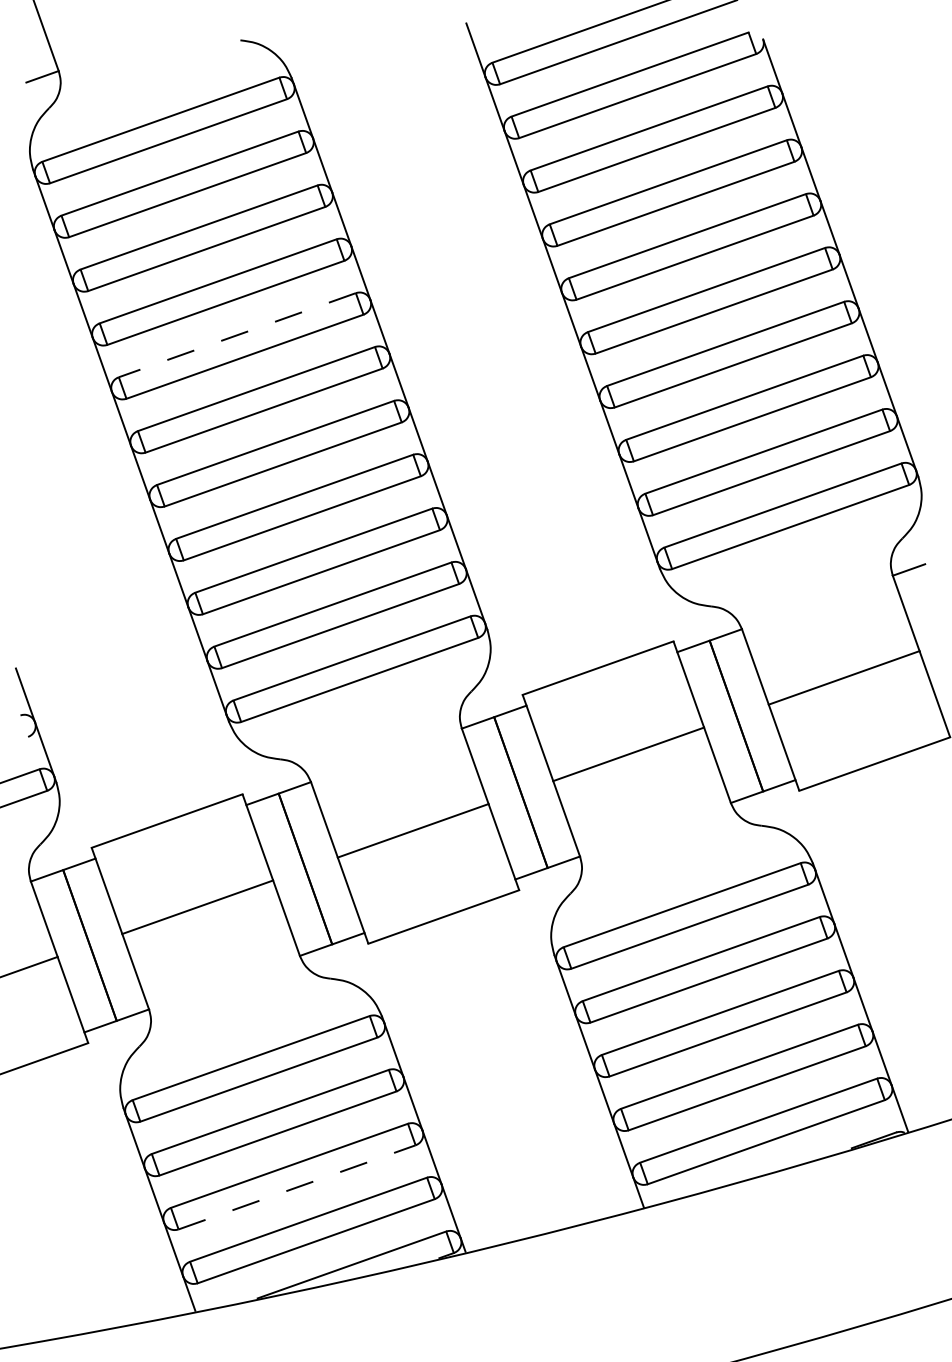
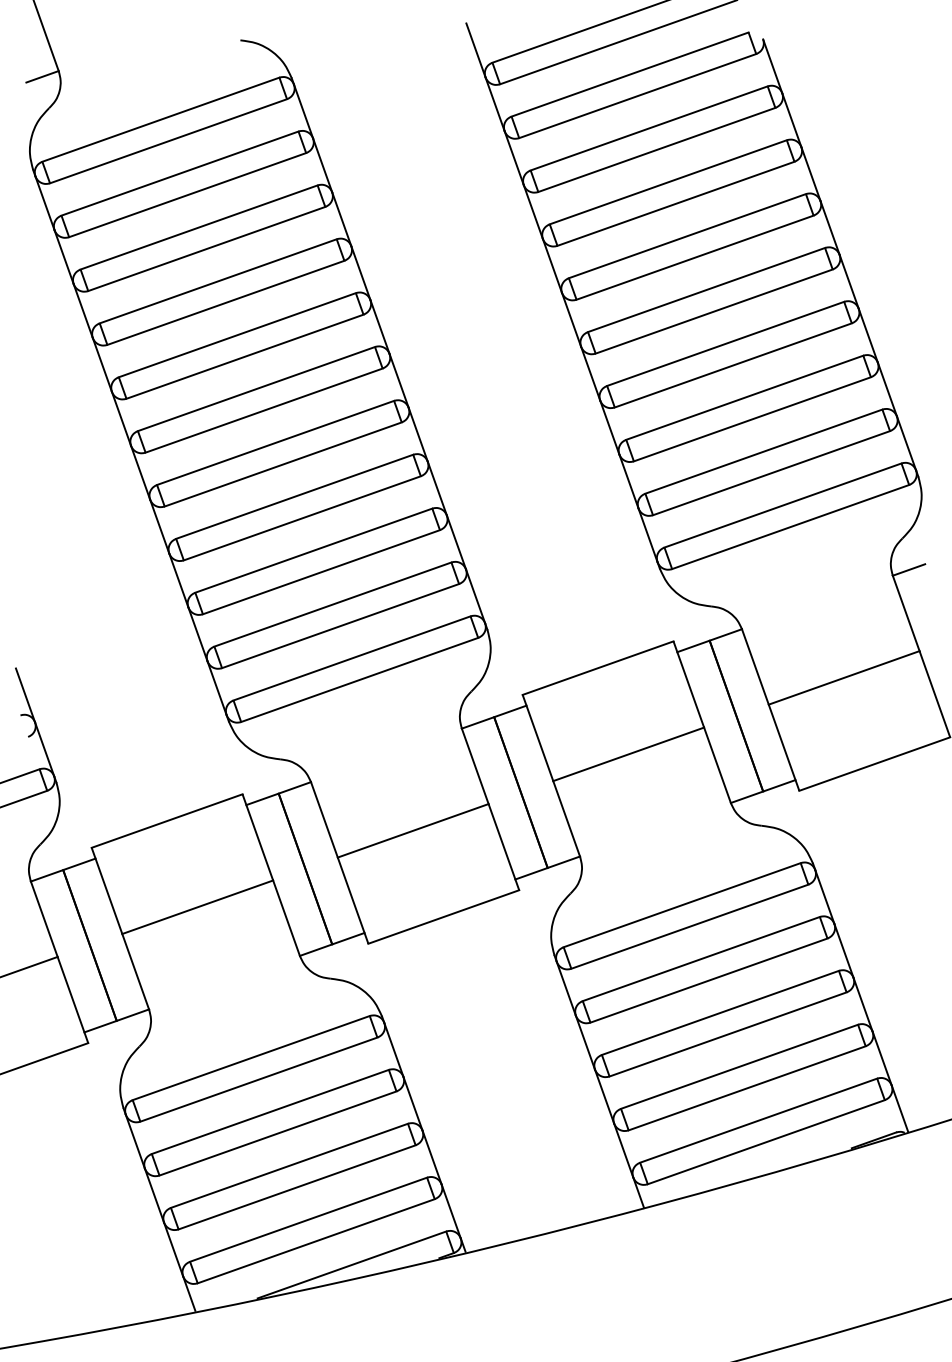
line at (237, 335): dashed -> solid
line at (297, 1187): dashed -> solid
